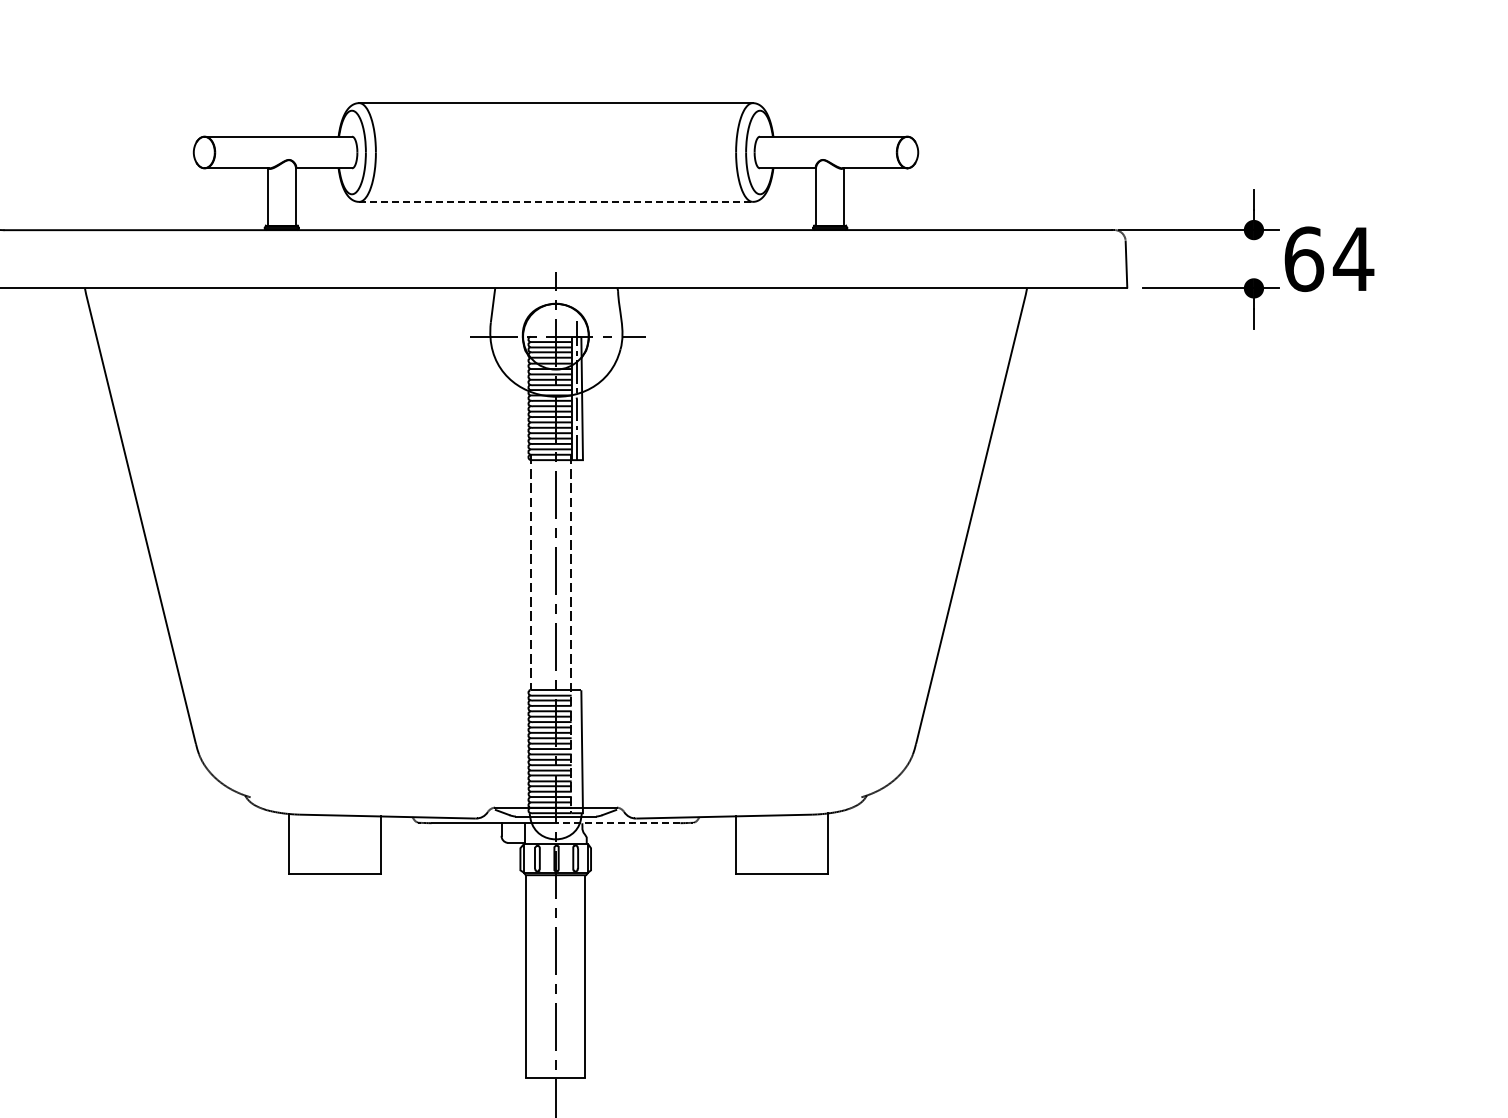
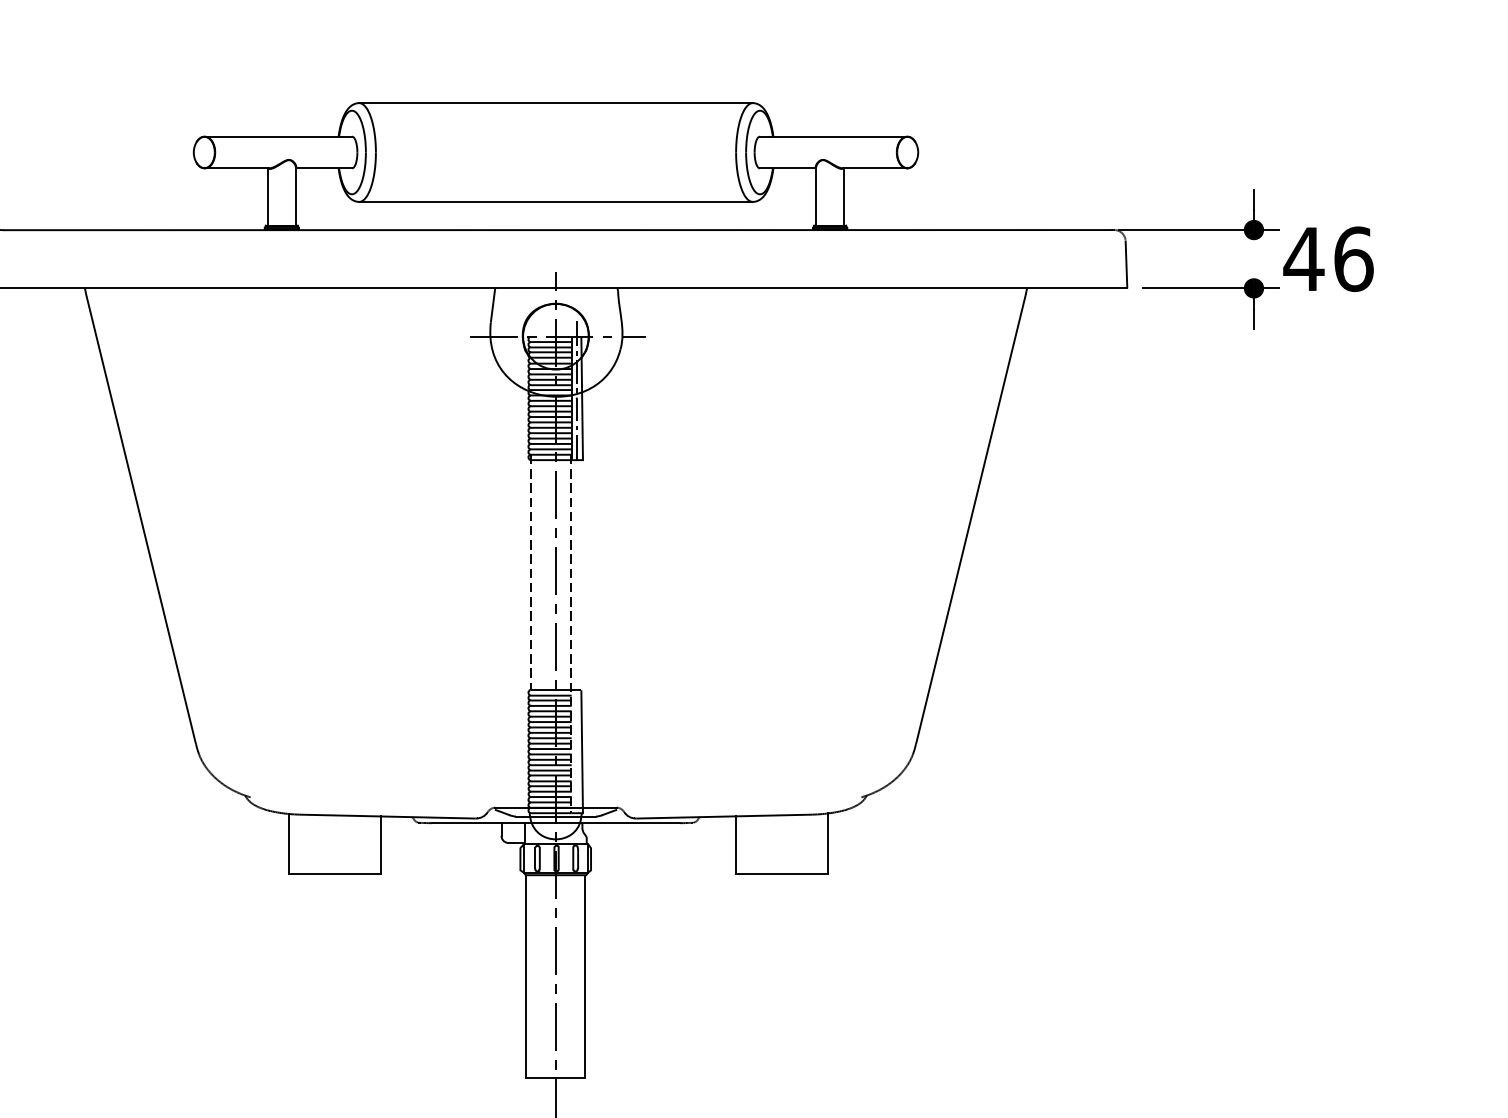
line at (556, 201): dashed -> solid
text at (1328, 259): 64 -> 46
line at (617, 823): dashed -> solid
